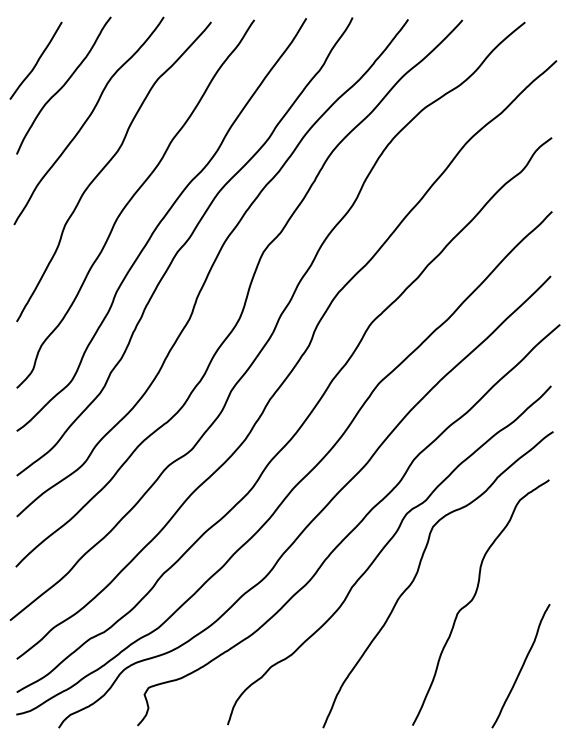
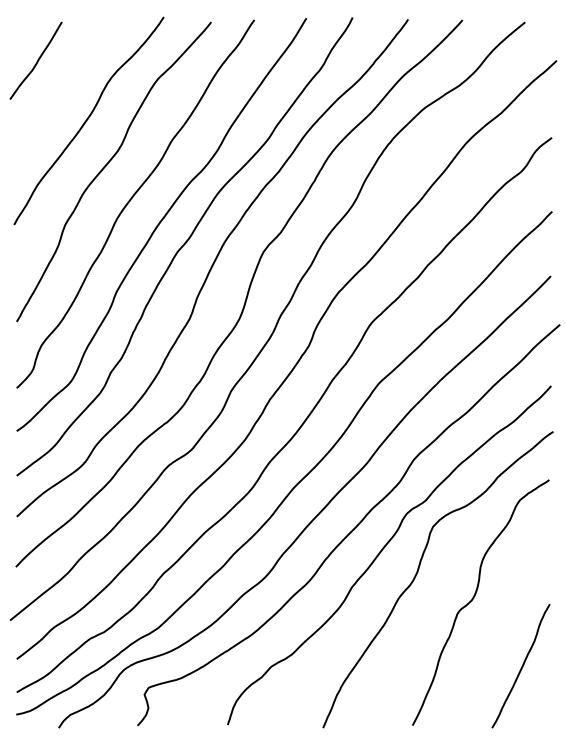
curve at (63, 85): present -> none
